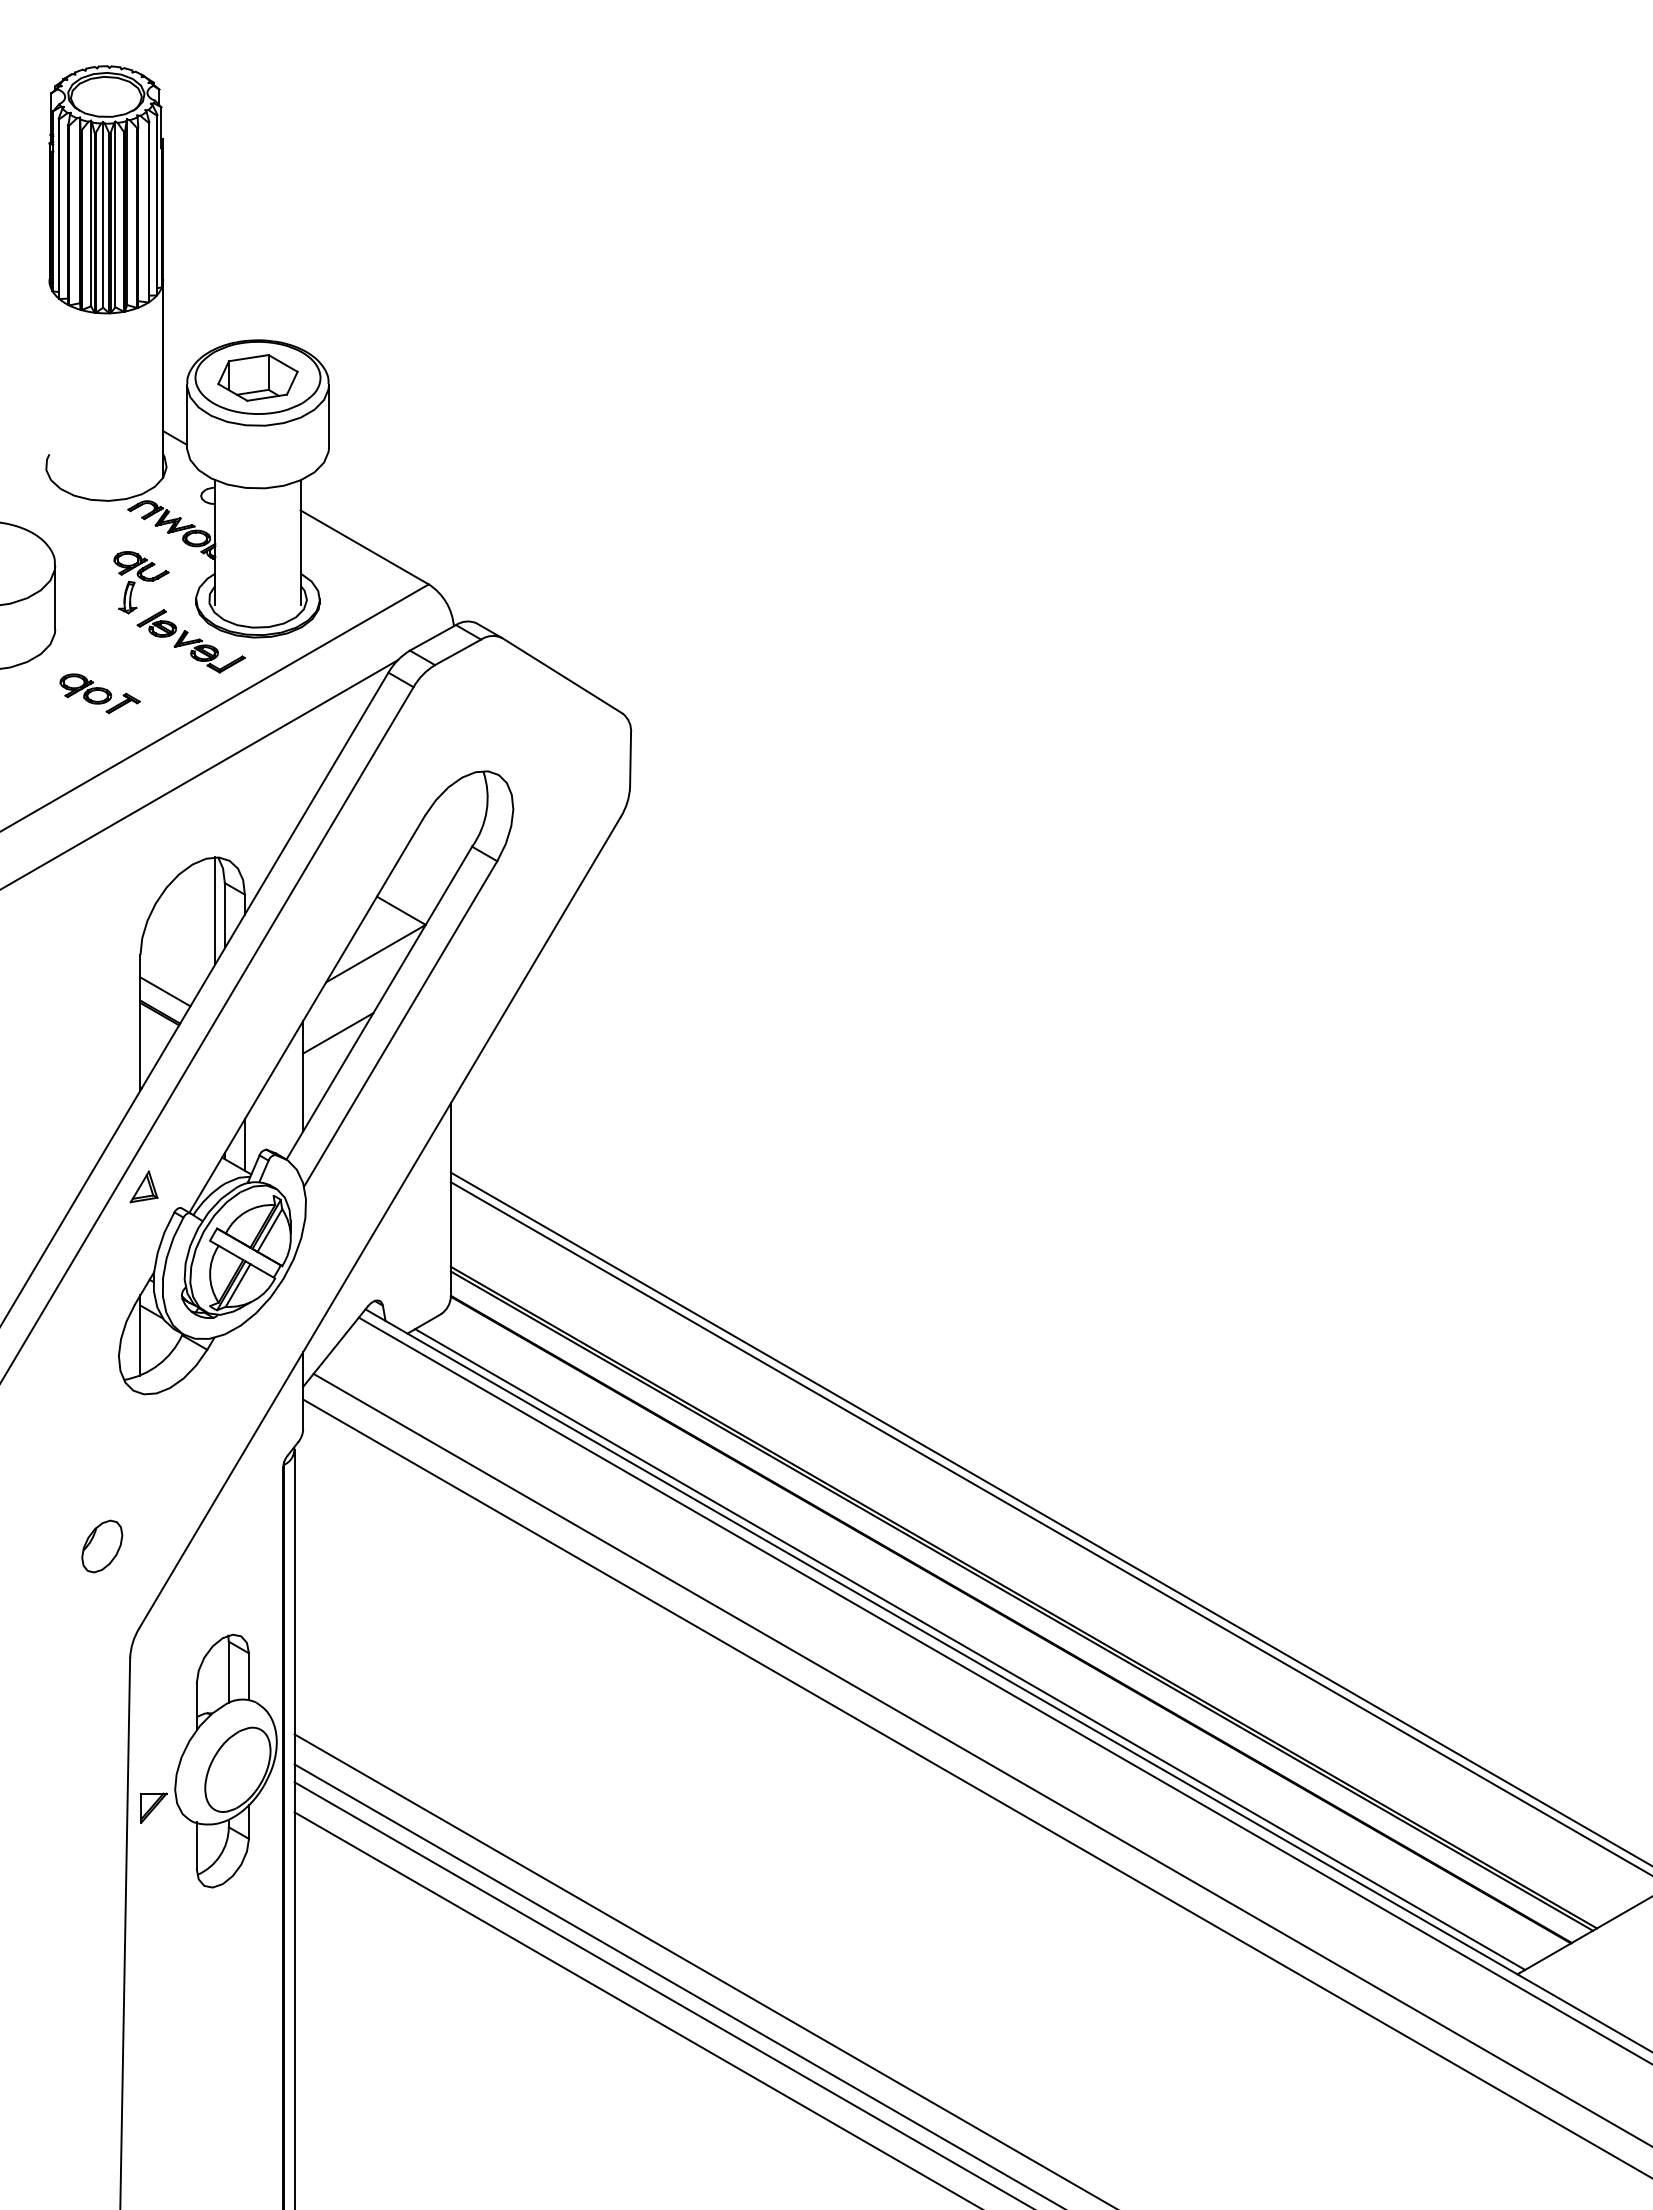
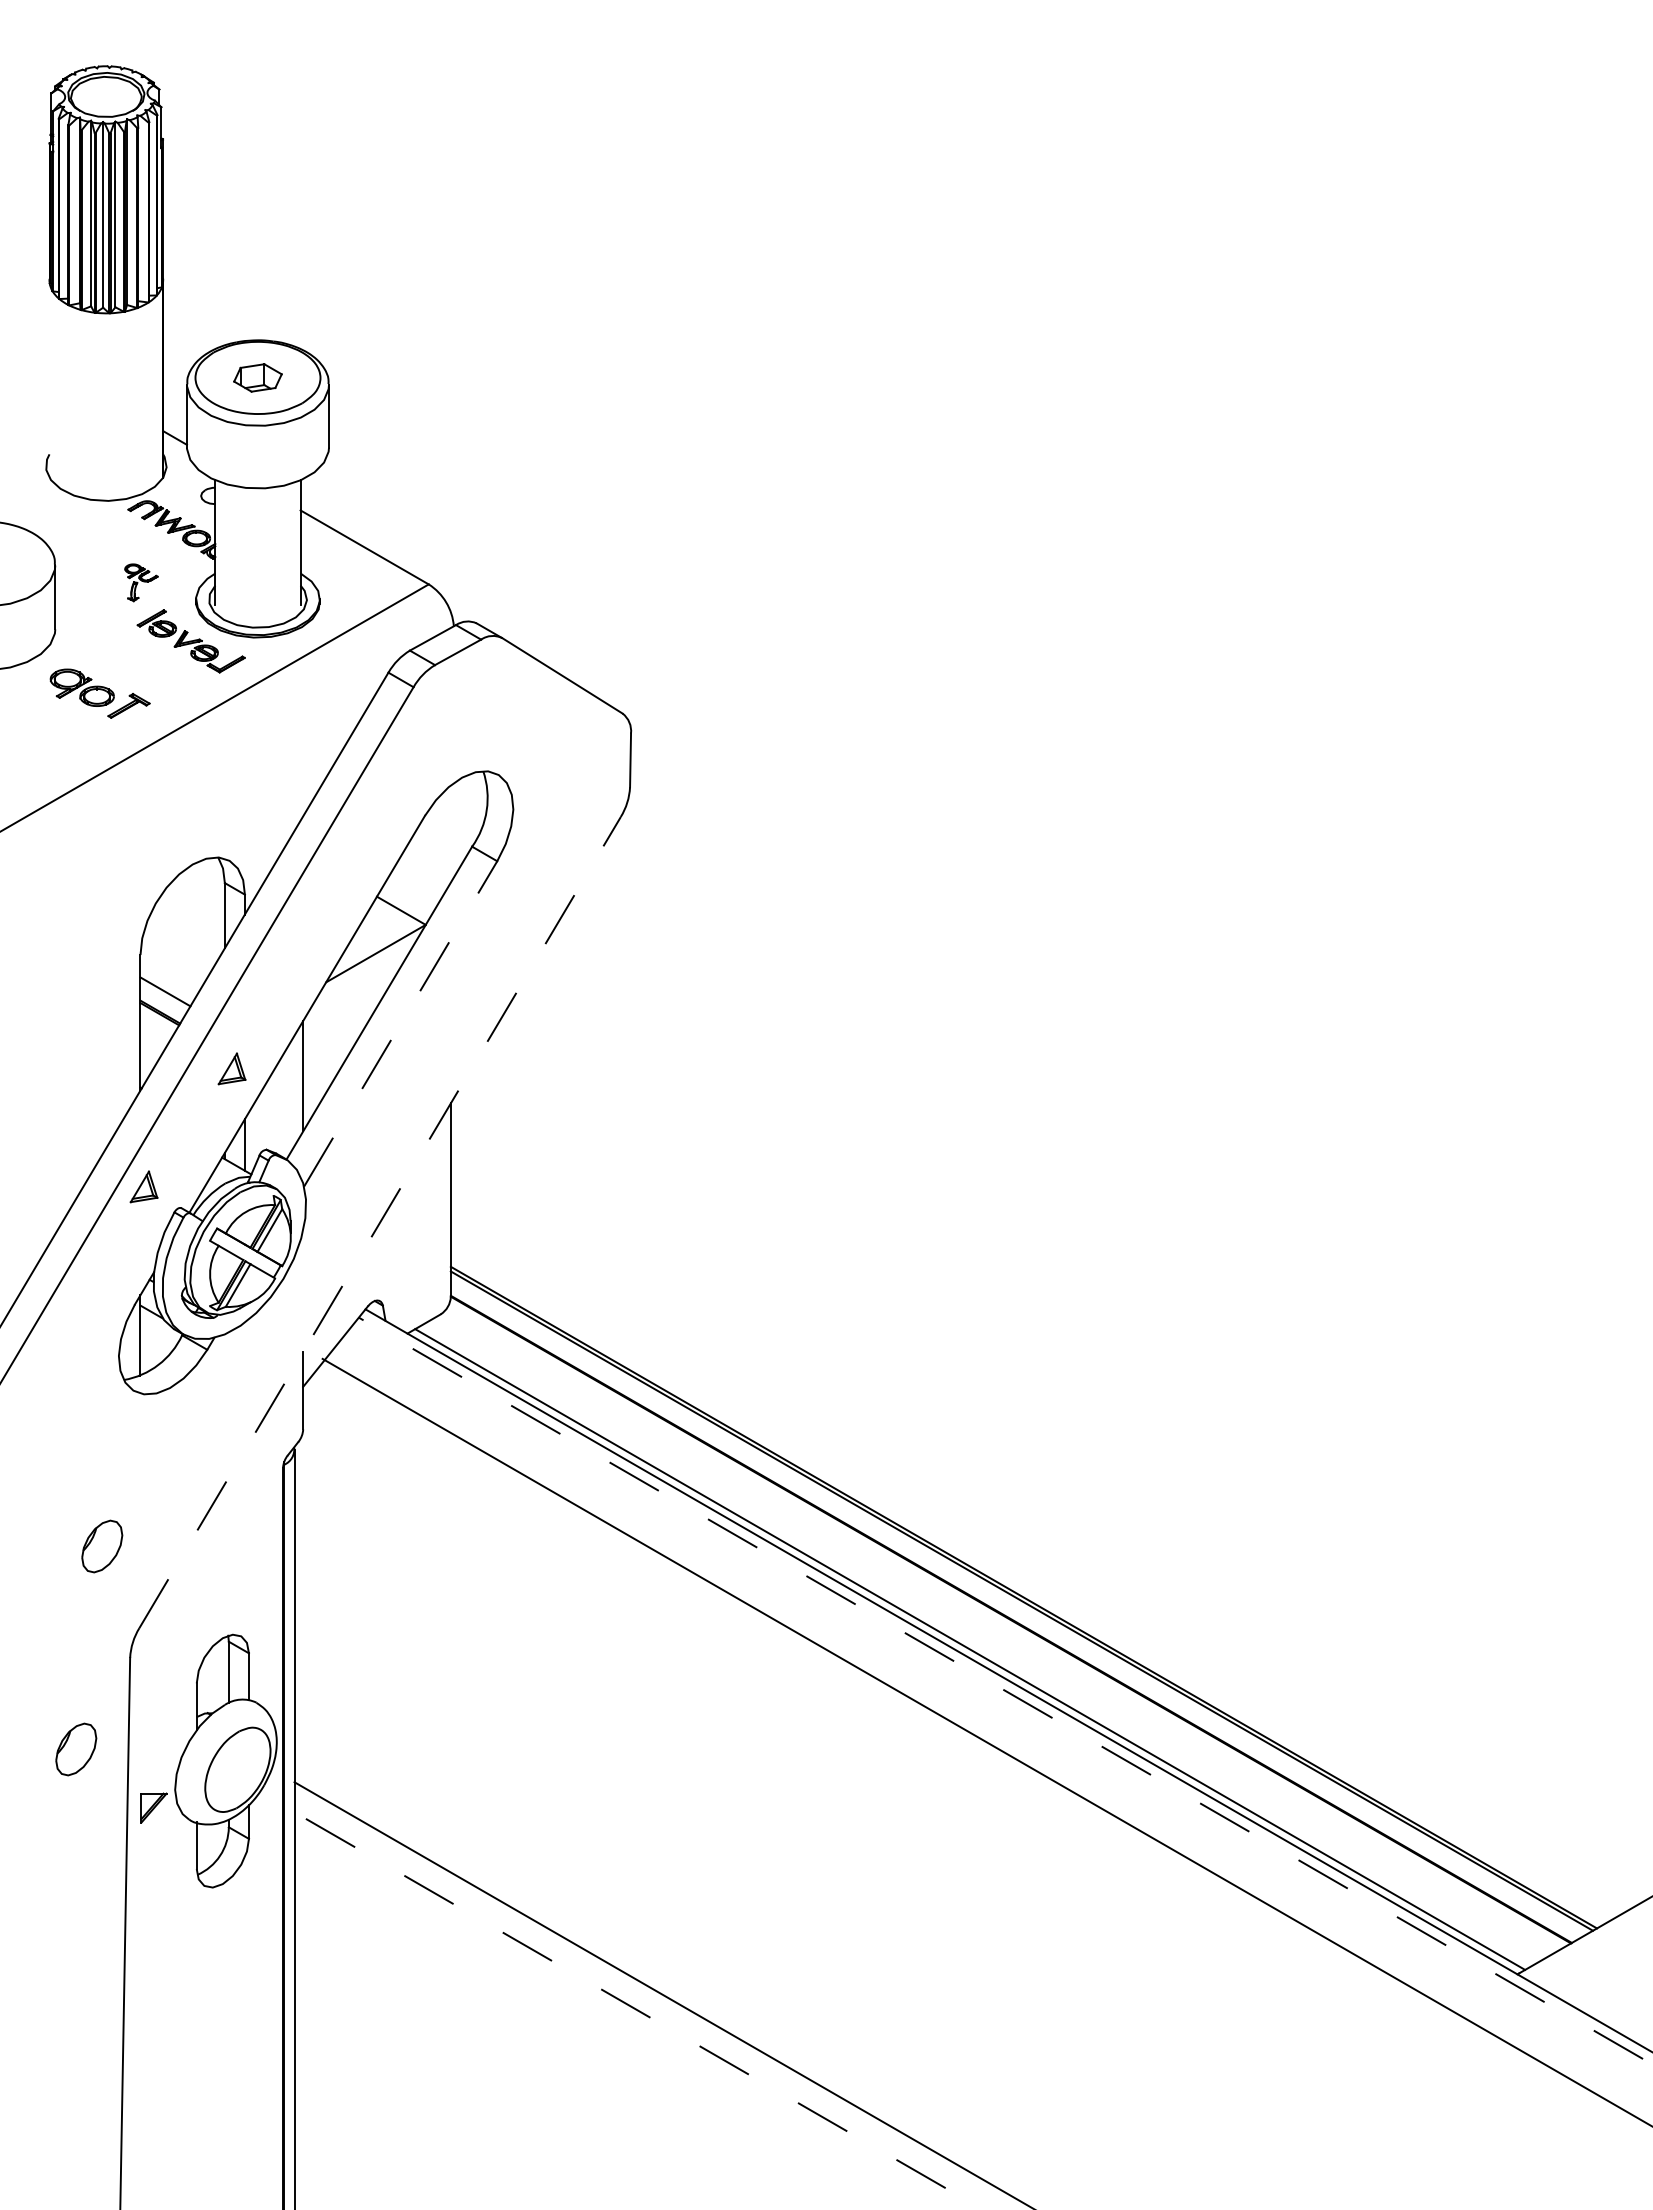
part at (257, 377) size: 82x48 px -> 50x30 px
part at (141, 582) size: 57x64 px -> 35x40 px
part at (99, 693) size: 82x42 px -> 102x51 px
line at (199, 774): present -> none
line at (215, 910): present -> none
line at (400, 1023): solid -> dashed
line at (338, 1033): present -> none
part at (231, 1068): none -> present
line at (380, 1222): solid -> dashed
line at (1049, 1518): present -> none
line at (1049, 1528): present -> none
line at (1005, 1691): solid -> dashed
part at (76, 1749): none -> present
line at (981, 1759) position: (981, 1759) -> (985, 1741)
line at (976, 1787): present -> none
line at (703, 1970): present -> none
line at (677, 1985): present -> none
line at (638, 2010): solid -> dashed
